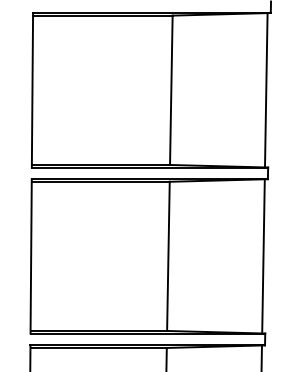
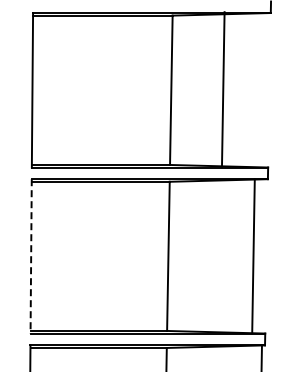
line at (265, 90) position: (265, 90) -> (222, 89)
line at (31, 256): solid -> dashed
line at (263, 256) position: (263, 256) -> (253, 256)
